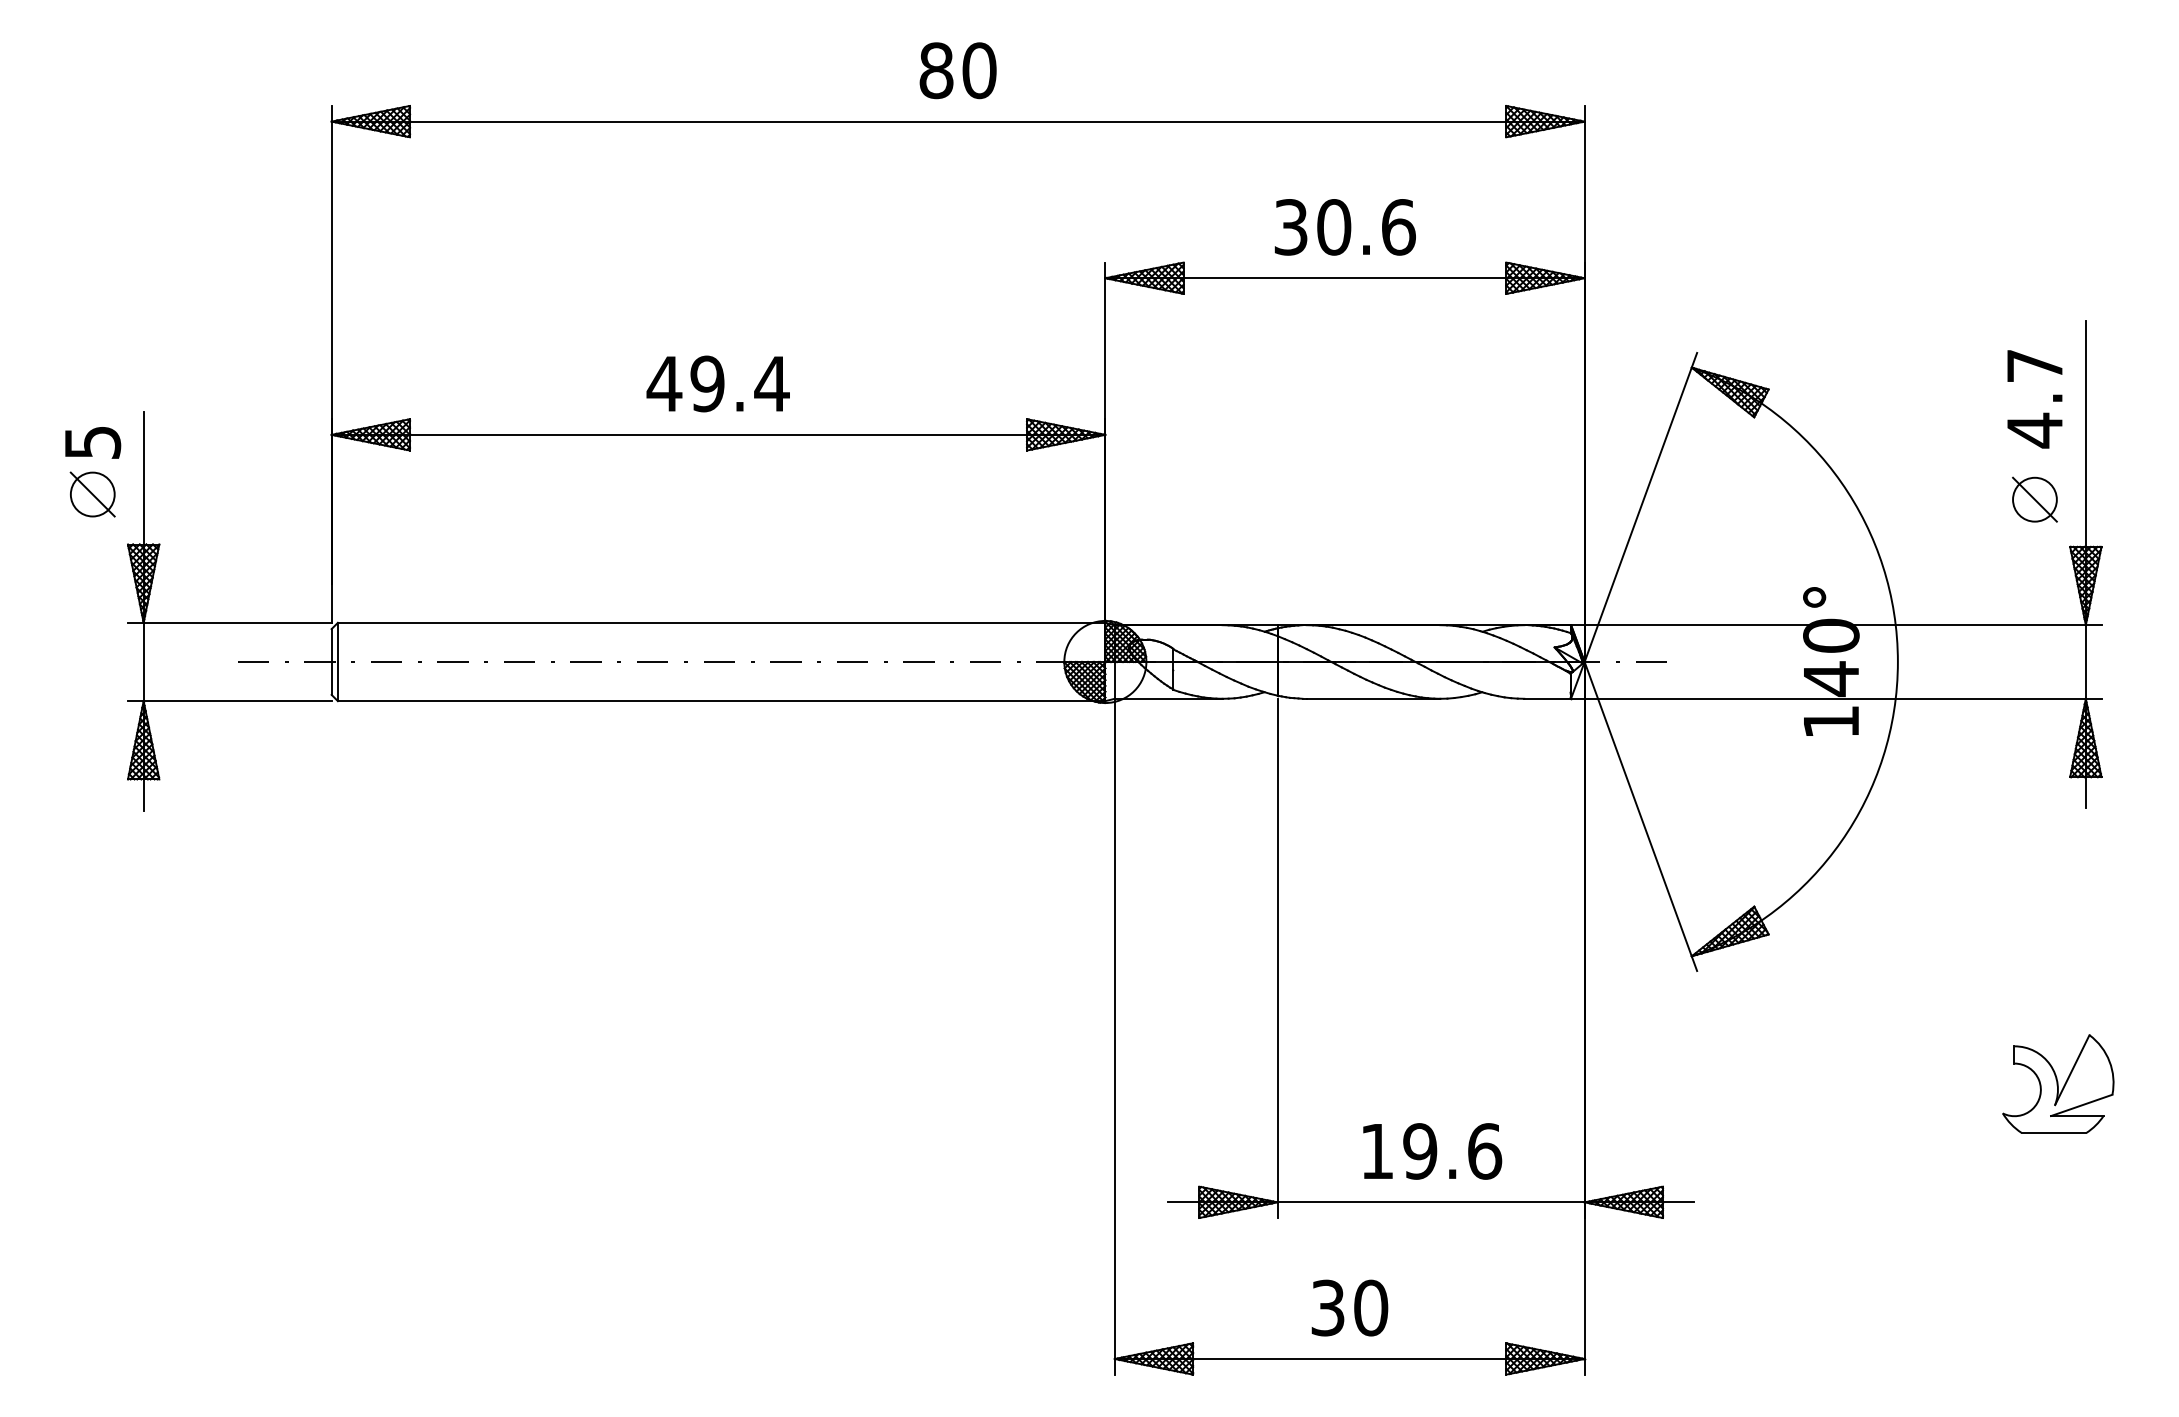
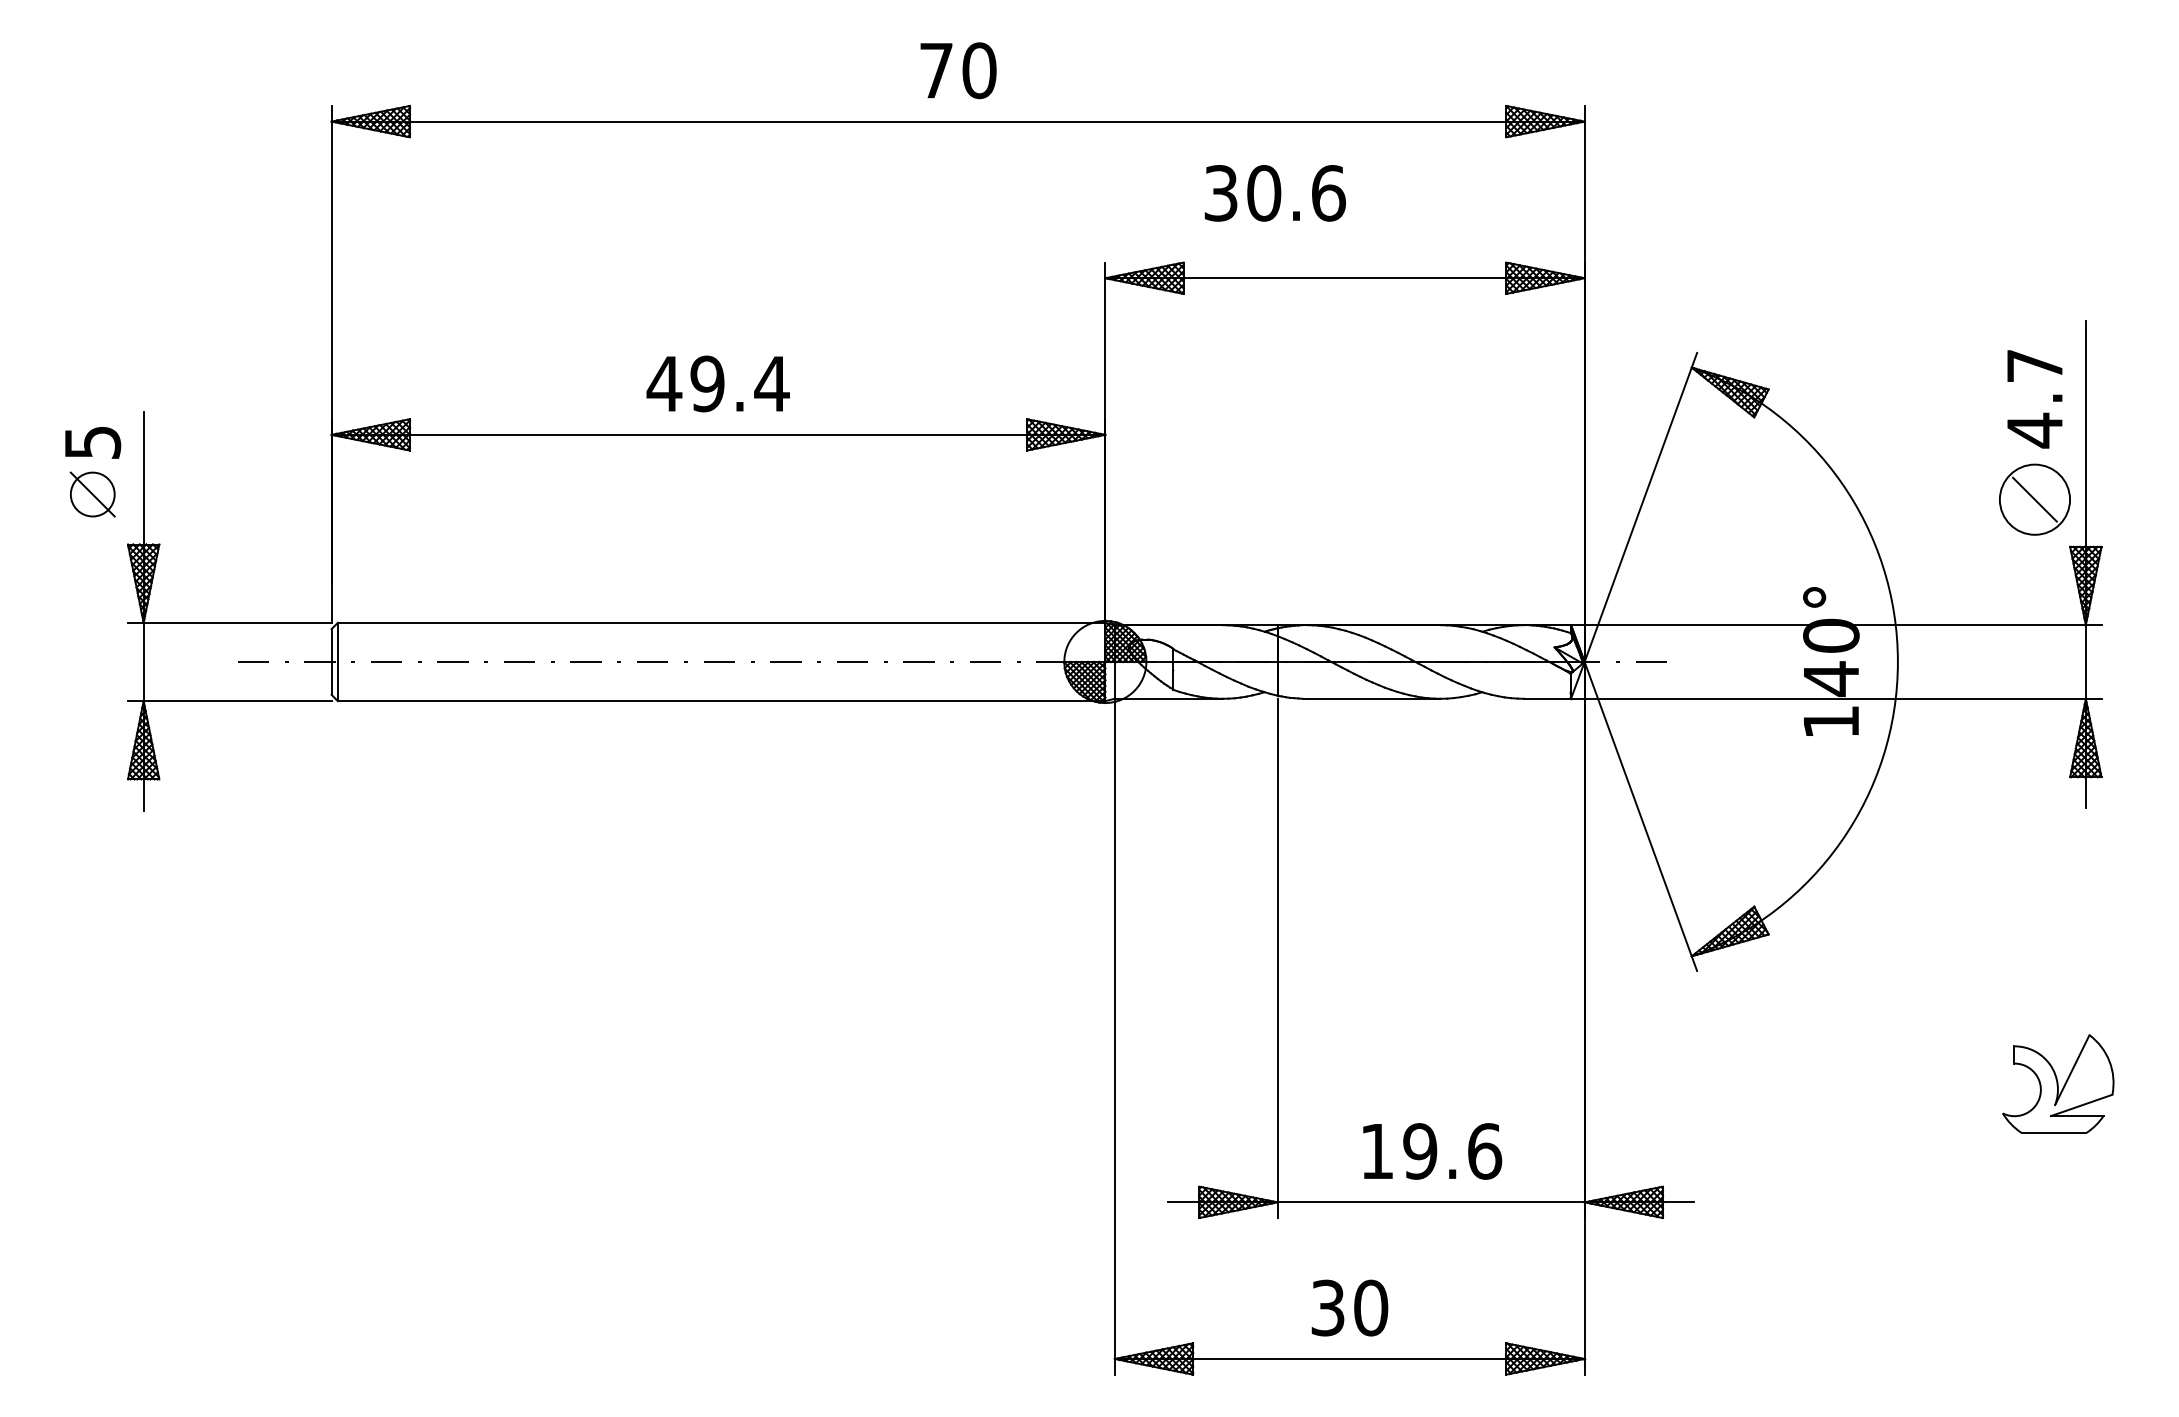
text at (936, 70): 80 -> 70
text at (1344, 227) position: (1344, 227) -> (1274, 193)
circle at (2034, 499) diameter: 44 px -> 70 px
